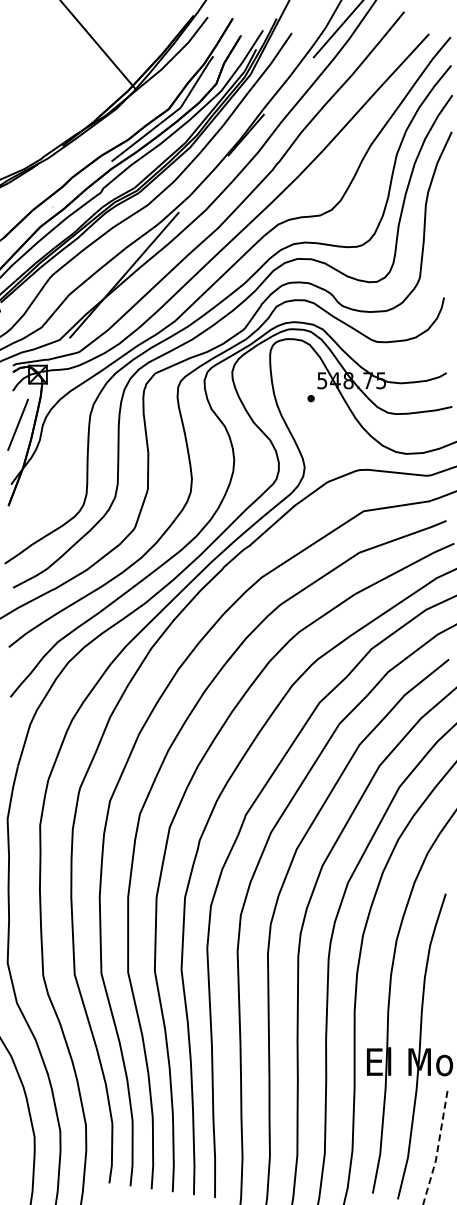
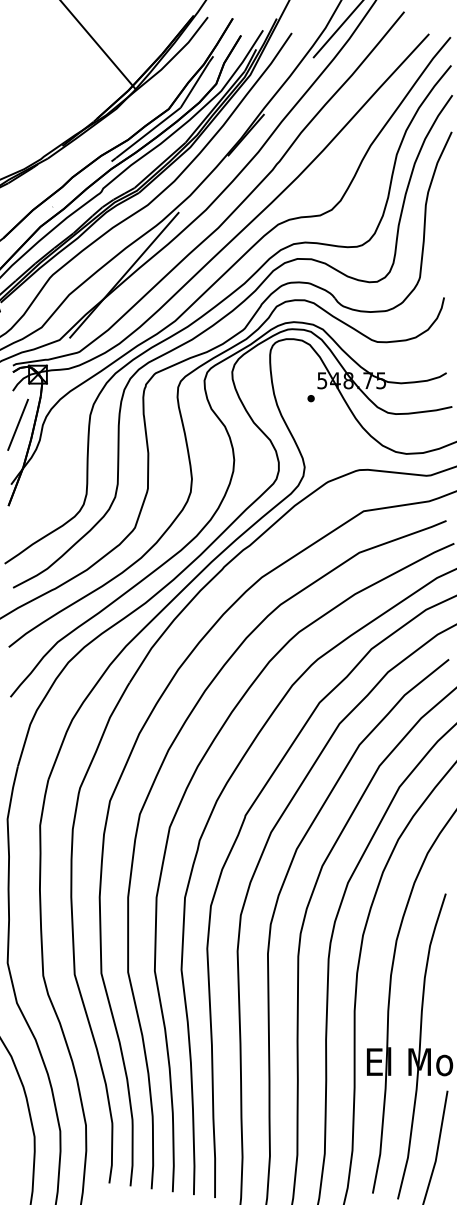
line at (437, 1148): dashed -> solid
